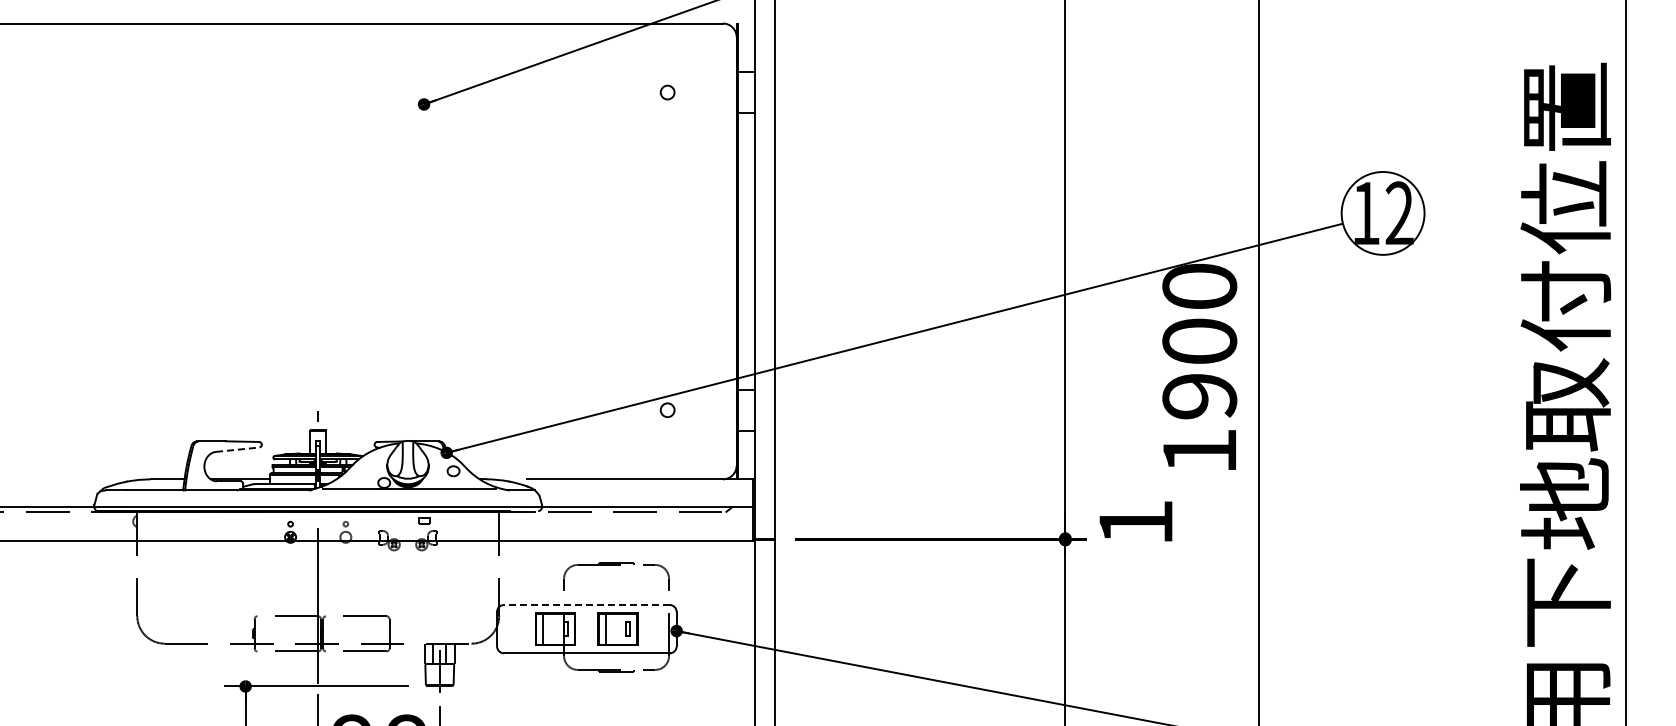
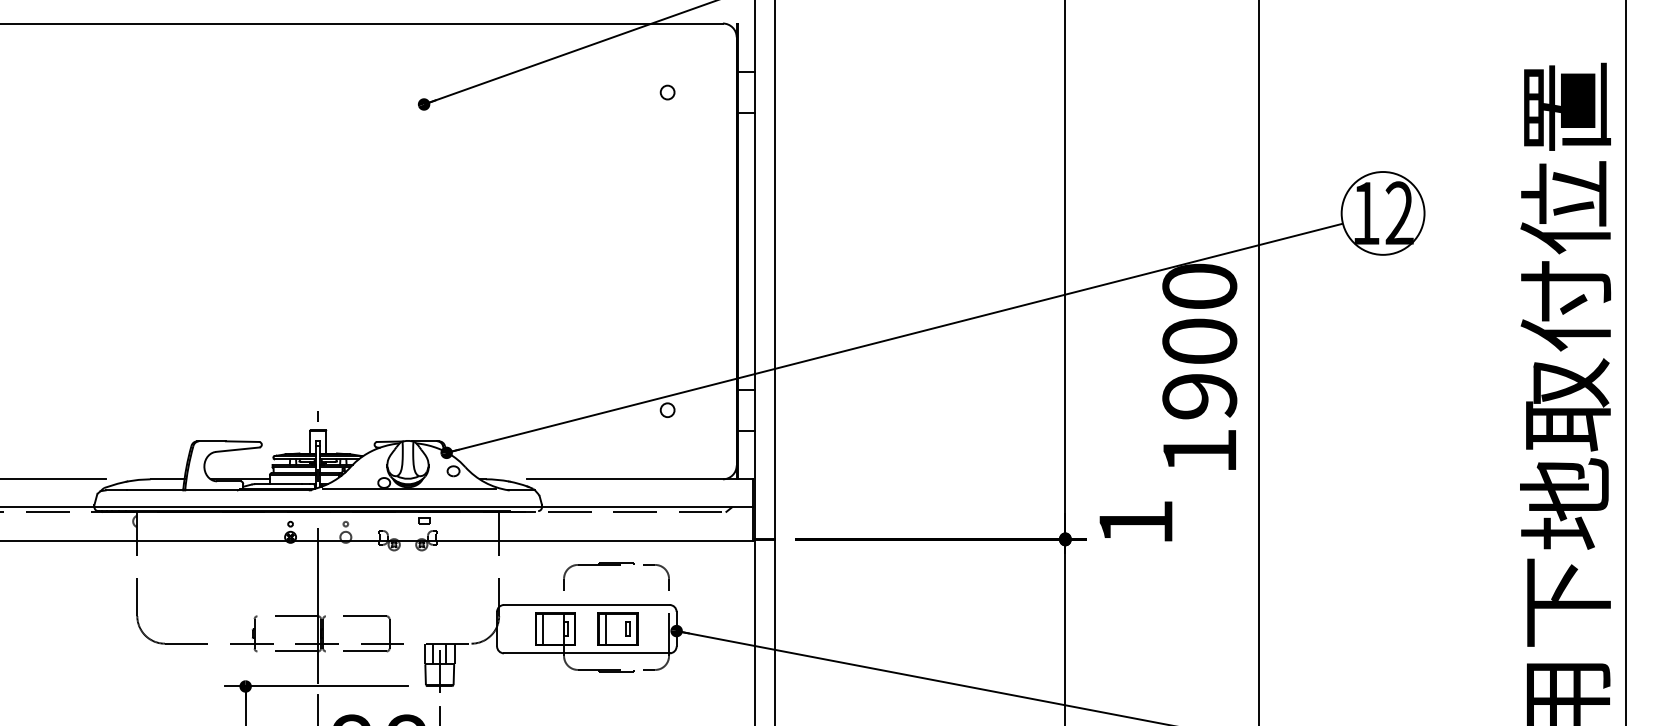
line at (237, 449): dashed -> solid
line at (54, 479): none -> present
line at (586, 605): dashed -> solid
